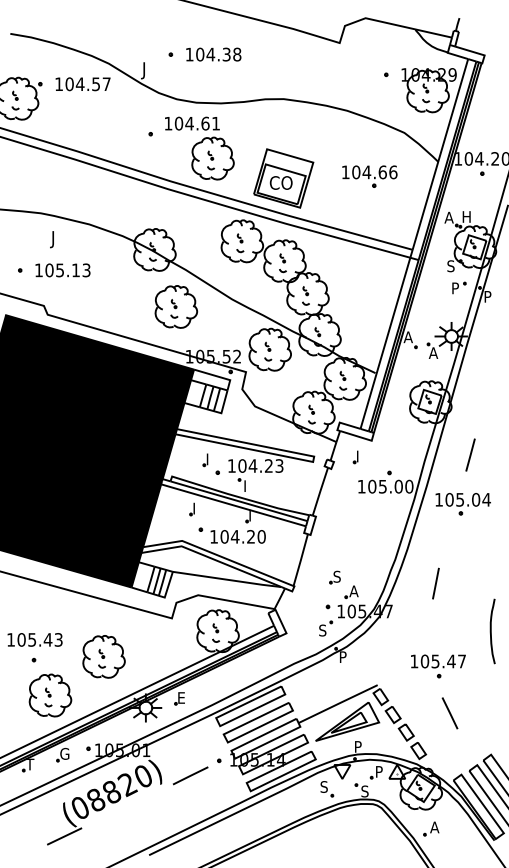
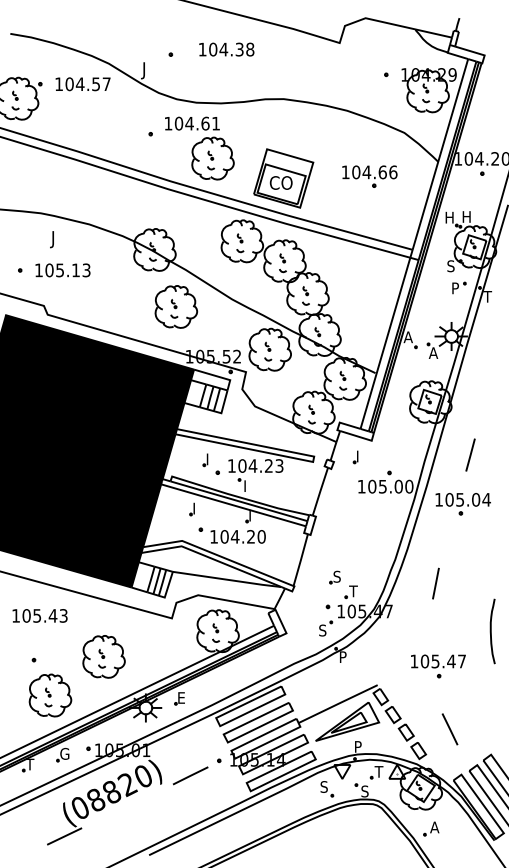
text at (213, 54) position: (213, 54) -> (226, 49)
text at (448, 217): A -> H
text at (487, 296): P -> T
text at (353, 591): A -> T
text at (34, 639) position: (34, 639) -> (39, 615)
line at (449, 713) position: (449, 713) -> (449, 729)
text at (378, 771): P -> T
